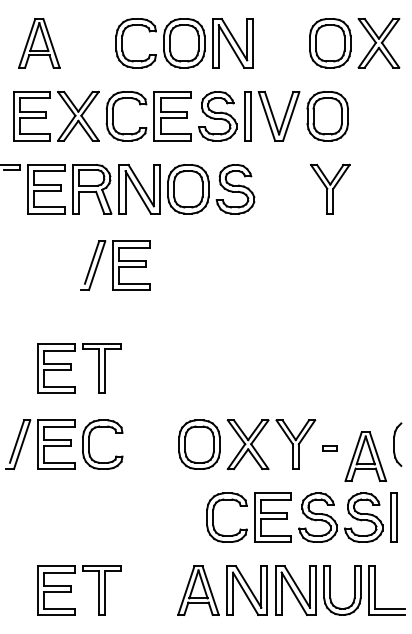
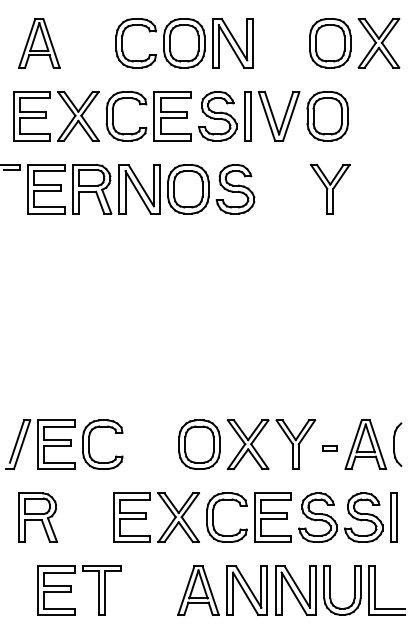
part at (115, 265): present -> none
part at (71, 368): present -> none
part at (365, 456) position: (365, 456) -> (365, 444)
part at (38, 517): none -> present
part at (146, 517): none -> present
